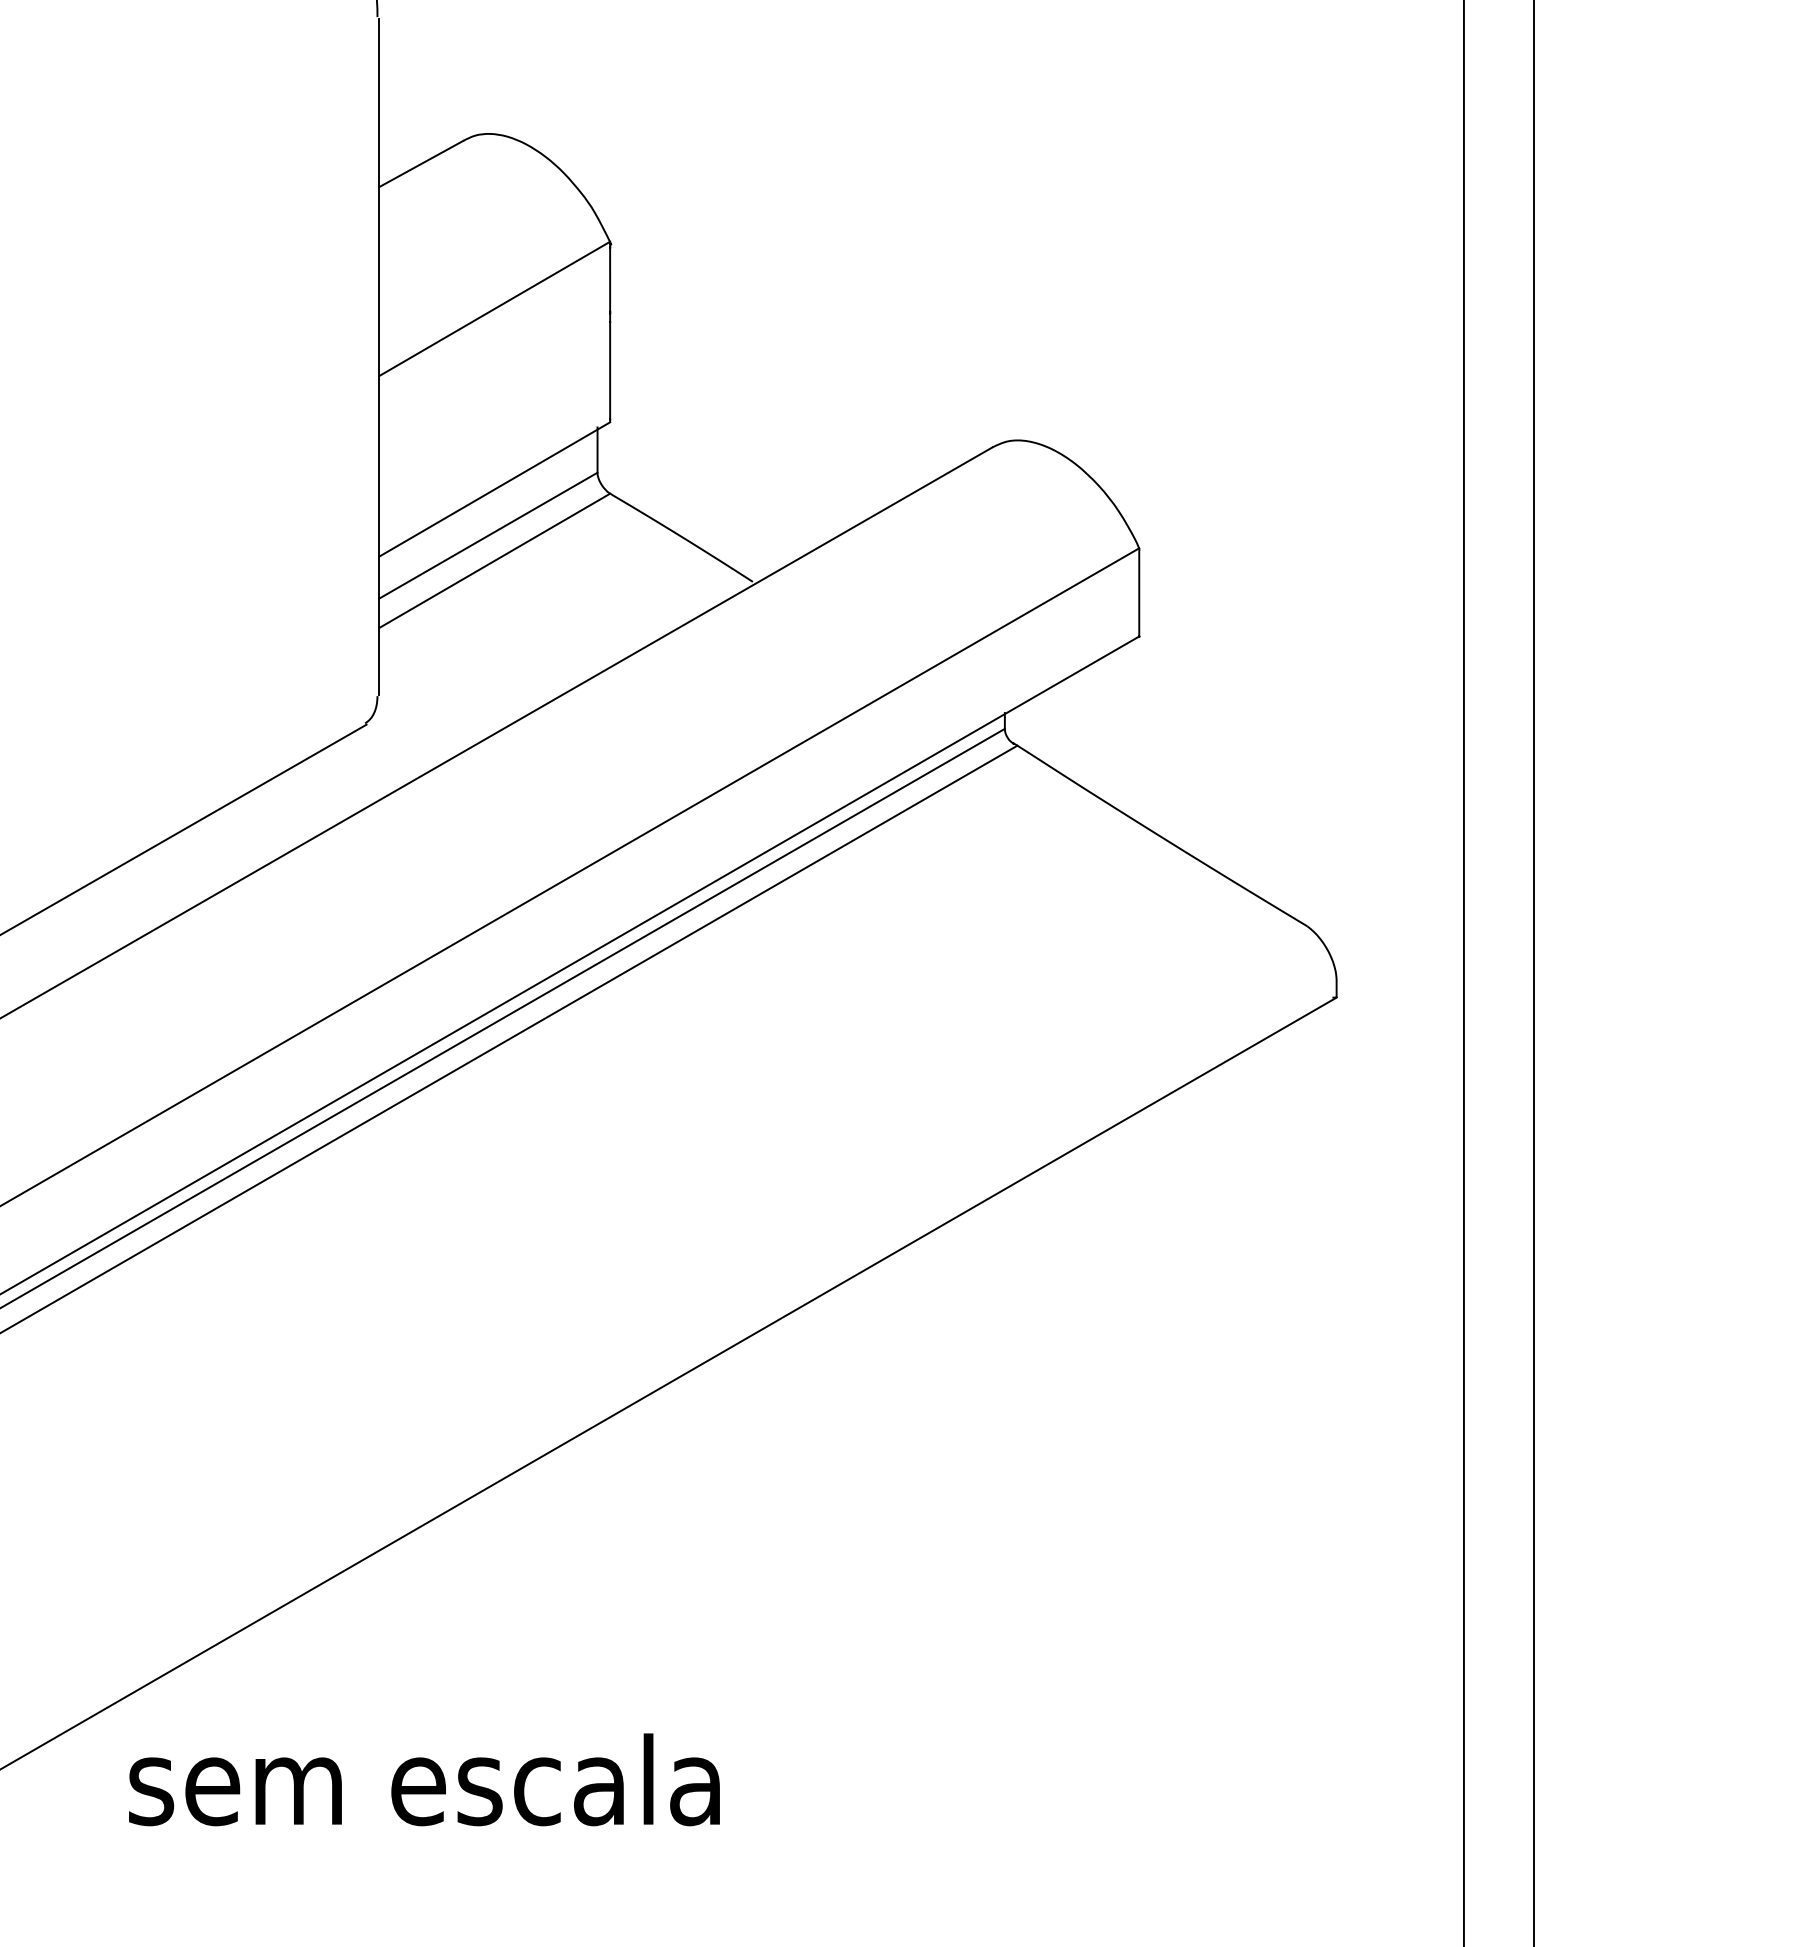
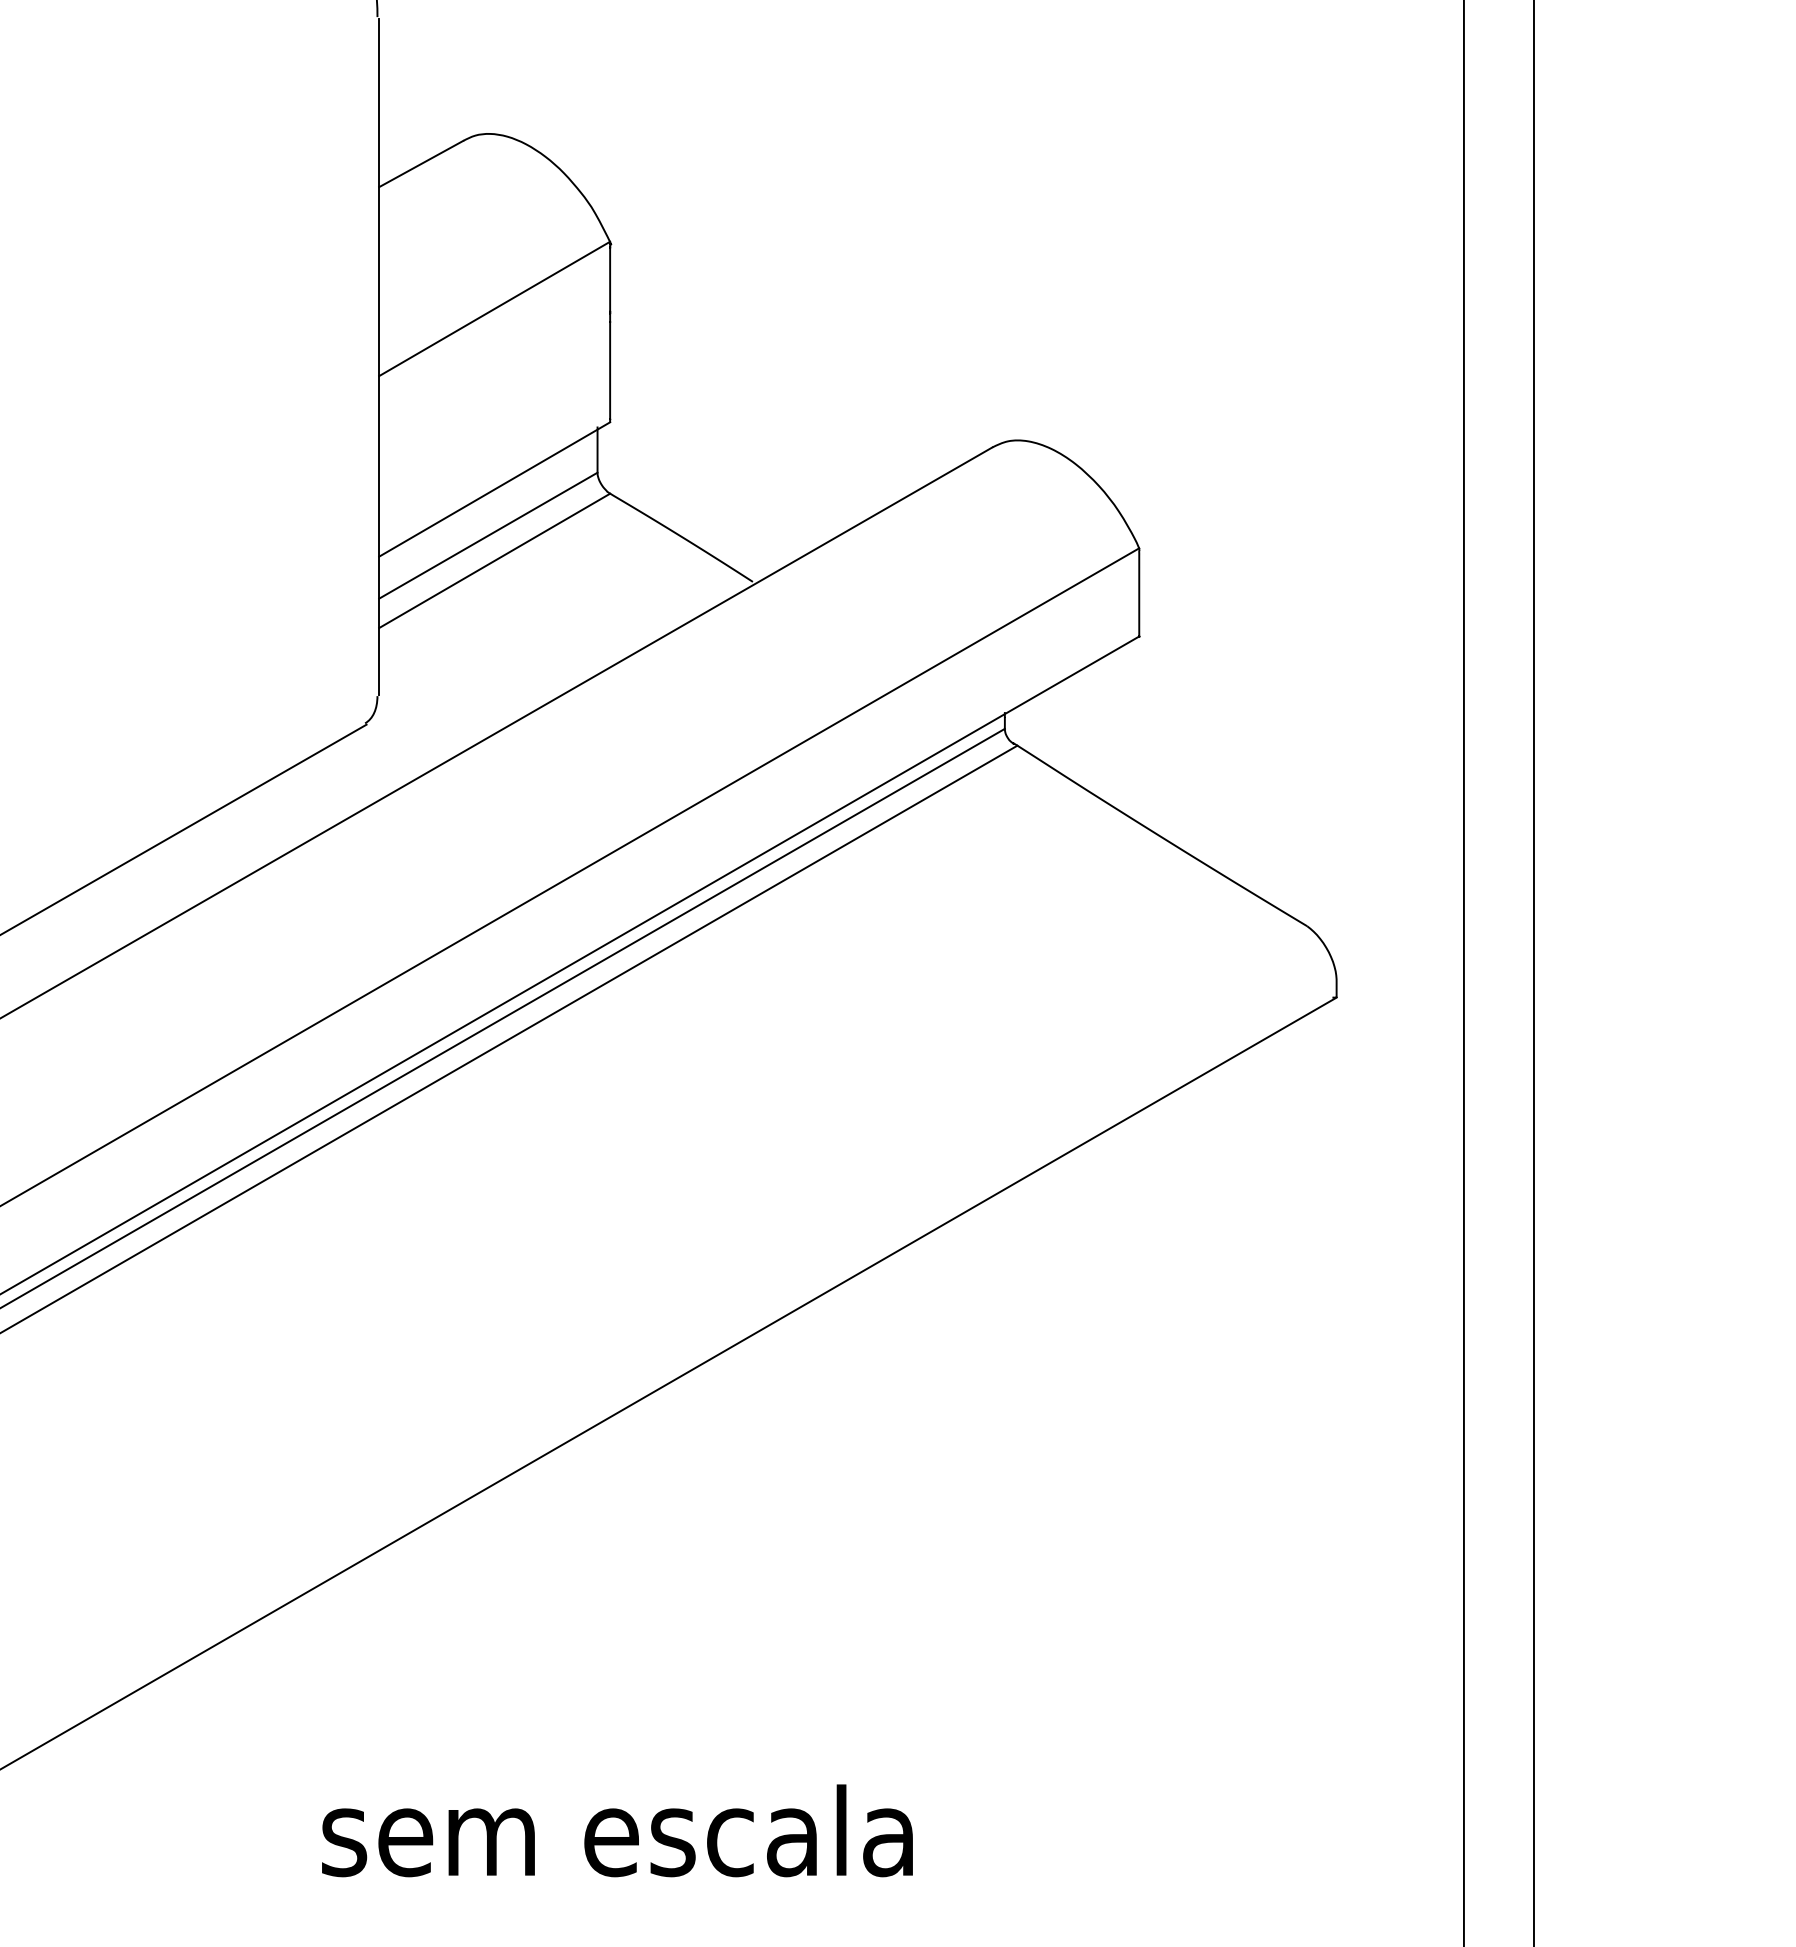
text at (424, 1779) position: (424, 1779) -> (617, 1830)
